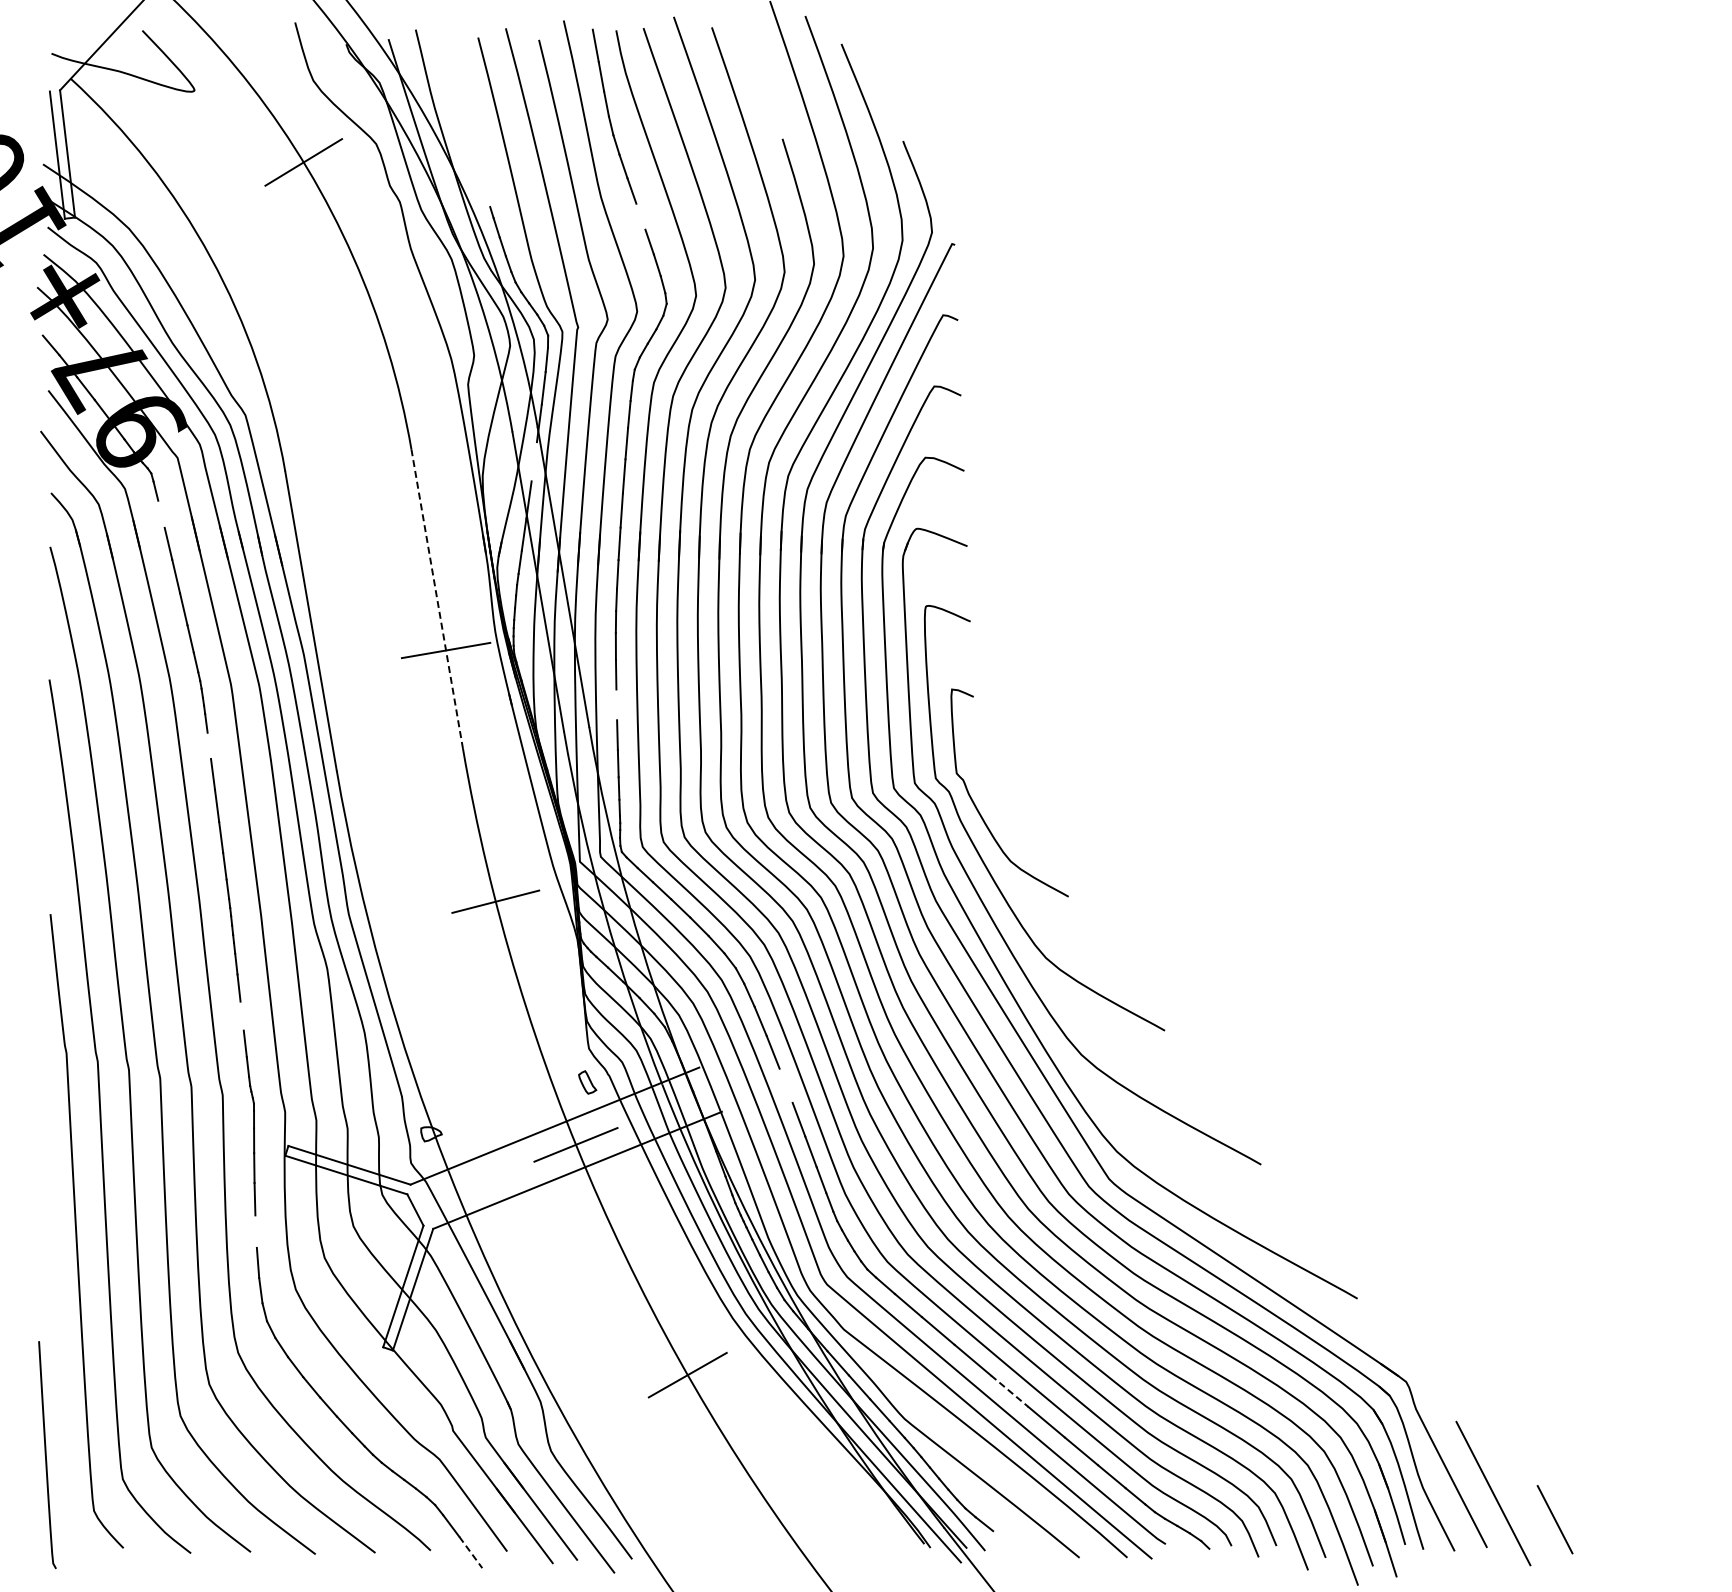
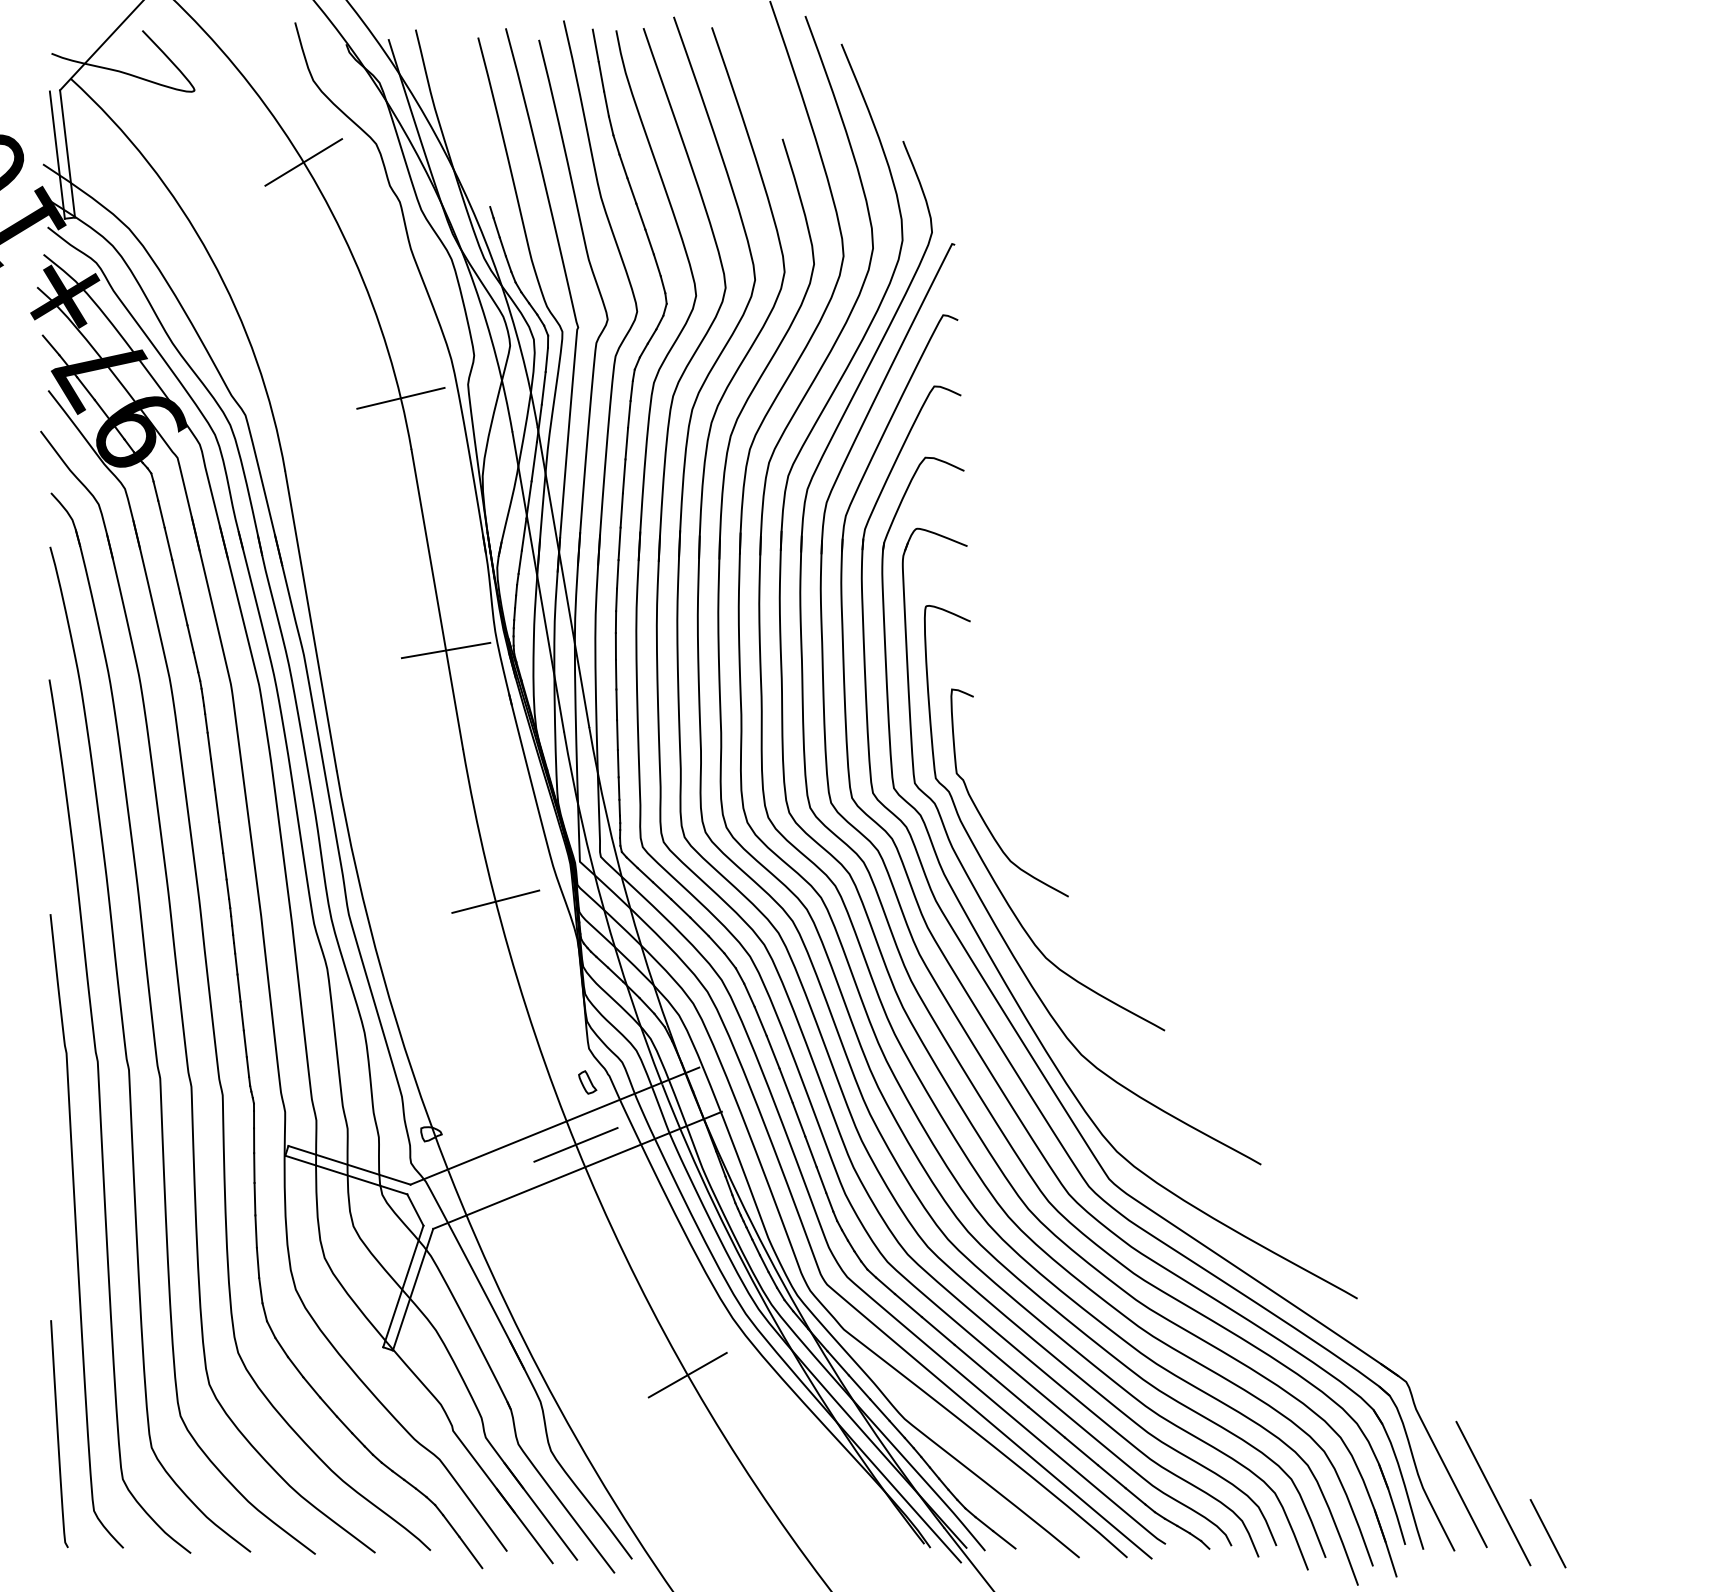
line at (640, 216): none -> present
line at (400, 397): none -> present
line at (533, 461): none -> present
line at (161, 513): none -> present
line at (437, 599): dashed -> solid
line at (616, 704): none -> present
line at (209, 745): none -> present
line at (241, 1015): none -> present
line at (785, 1085): none -> present
line at (255, 1231): none -> present
line at (1010, 1391): dashed -> solid
curve at (46, 1455) position: (46, 1455) -> (58, 1434)
line at (1554, 1519) position: (1554, 1519) -> (1547, 1533)
line at (1004, 1539): none -> present
line at (471, 1552): dashed -> solid
